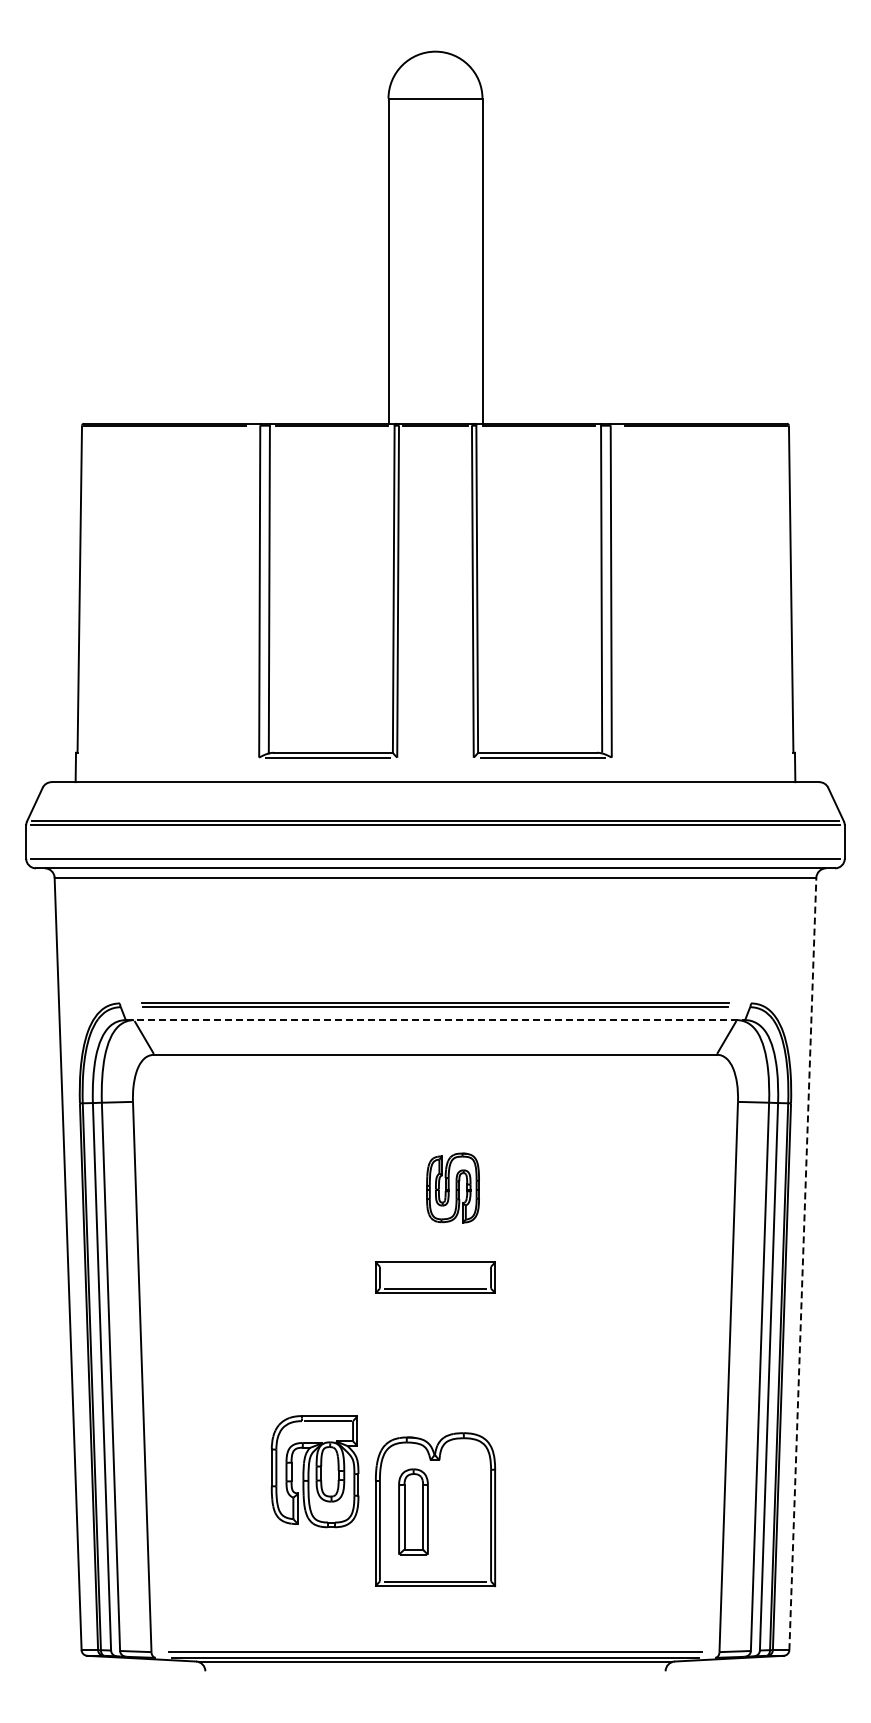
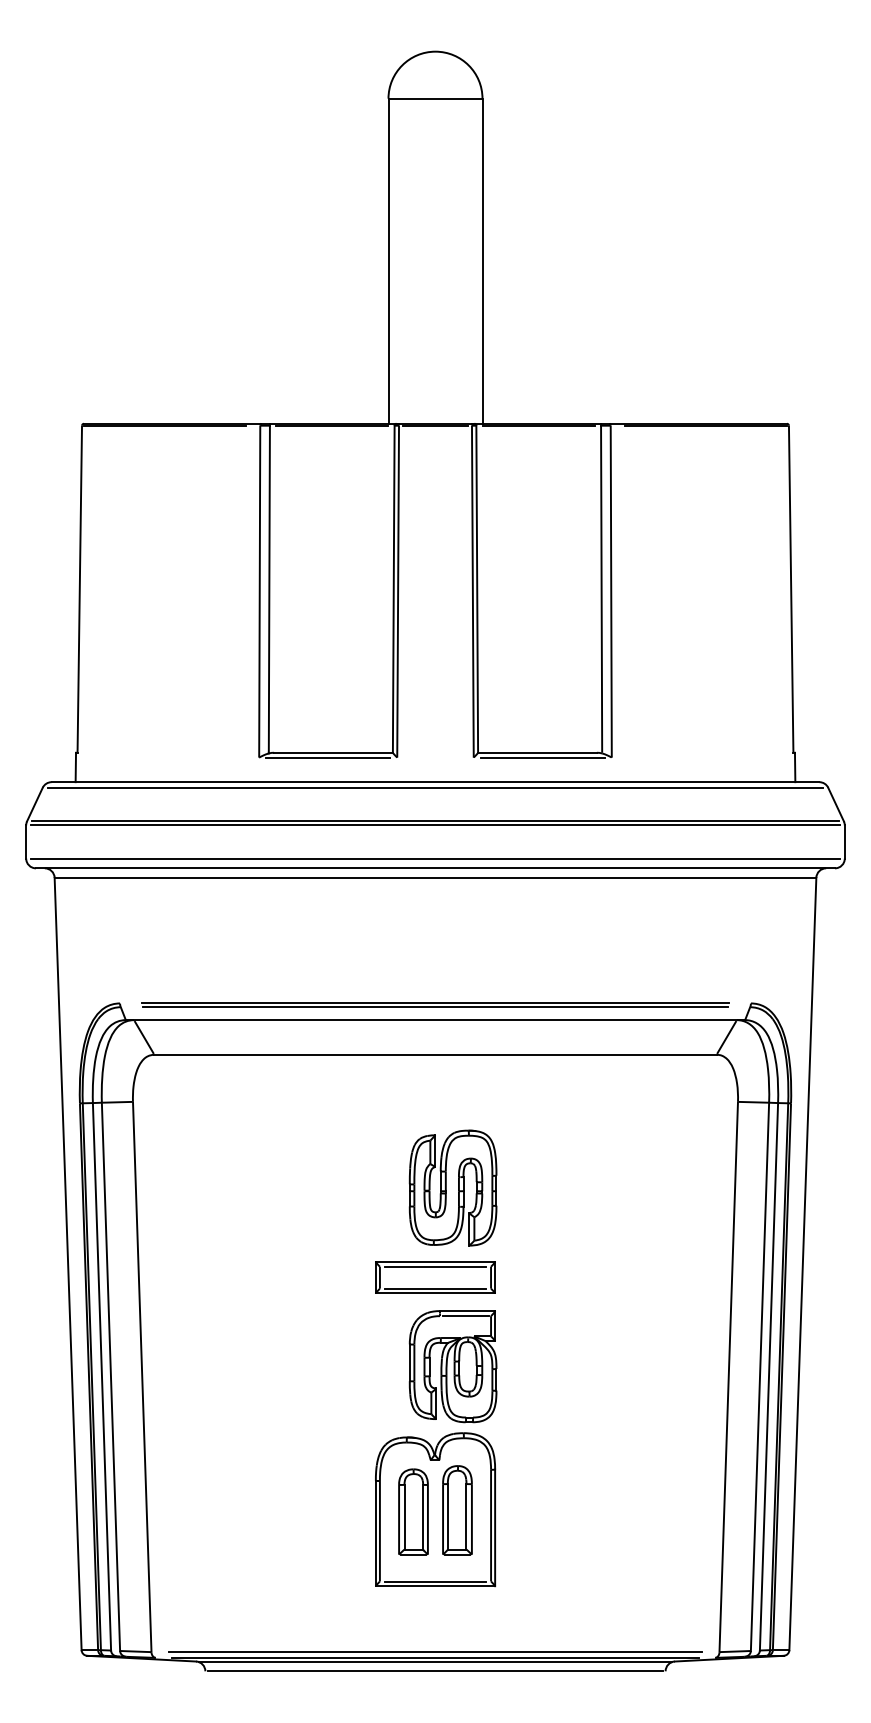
line at (435, 787): none -> present
line at (435, 1020): dashed -> solid
part at (452, 1187) size: 54x72 px -> 90x118 px
line at (802, 1263): dashed -> solid
line at (435, 1266): none -> present
part at (314, 1471) position: (314, 1471) -> (452, 1366)
part at (457, 1510): none -> present
line at (435, 1671): none -> present
